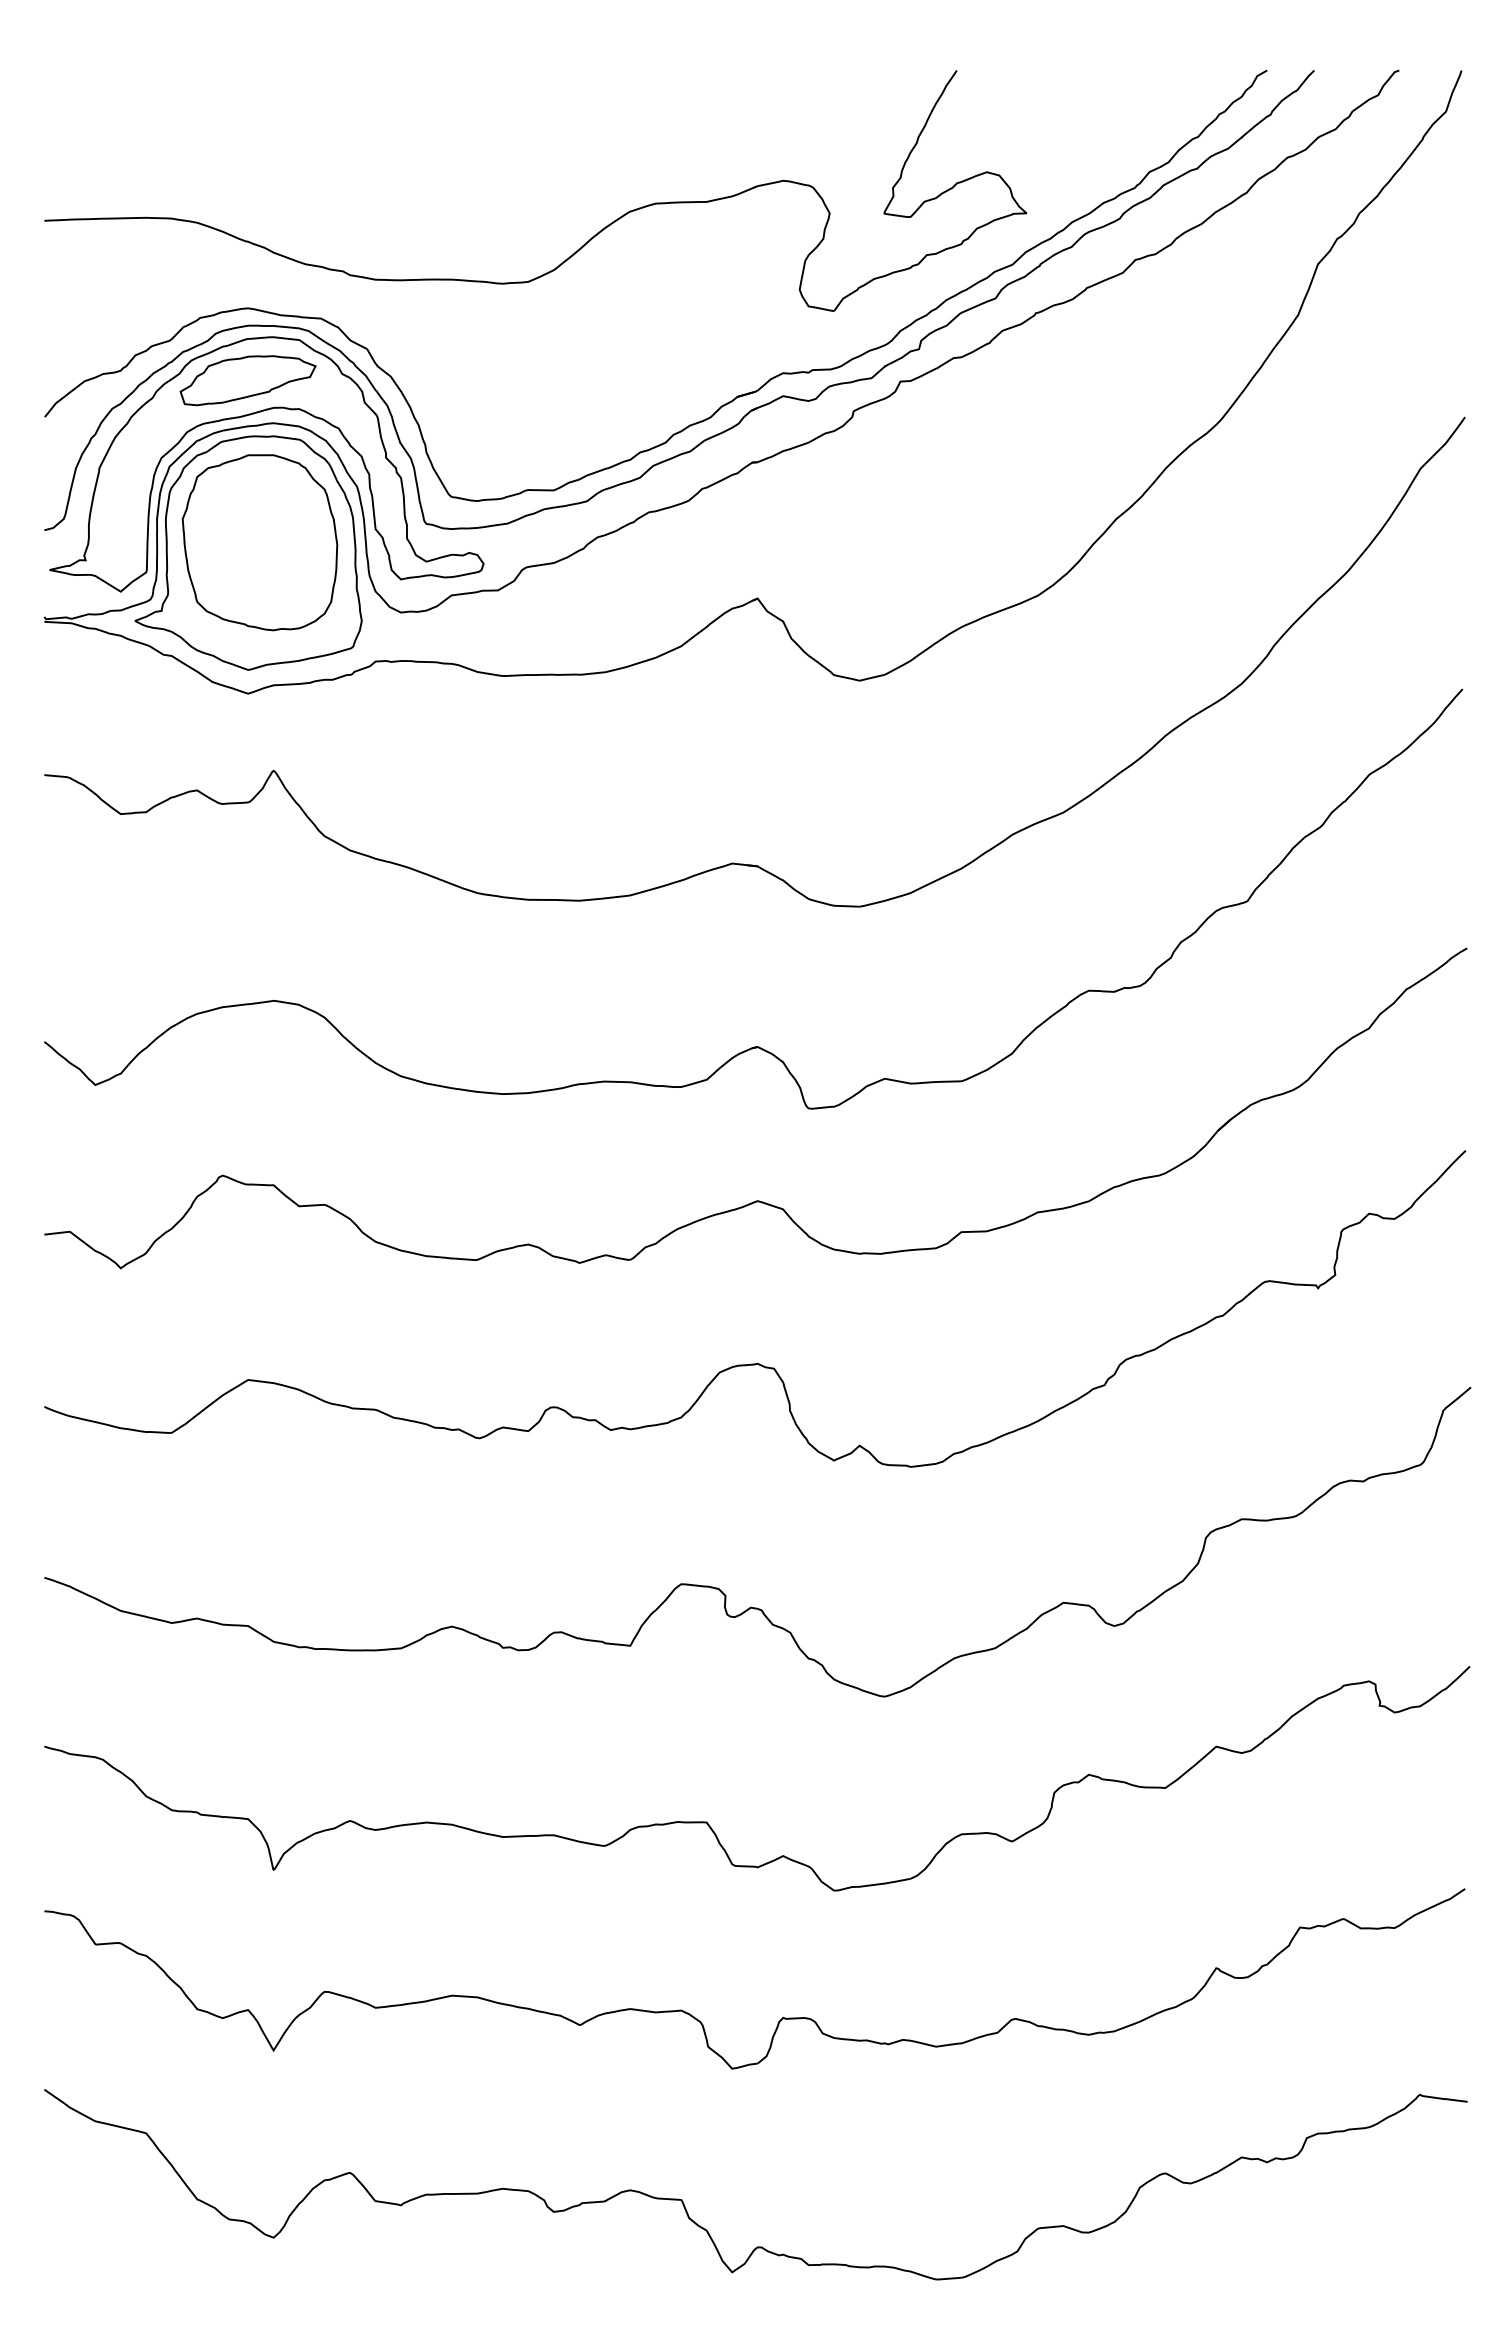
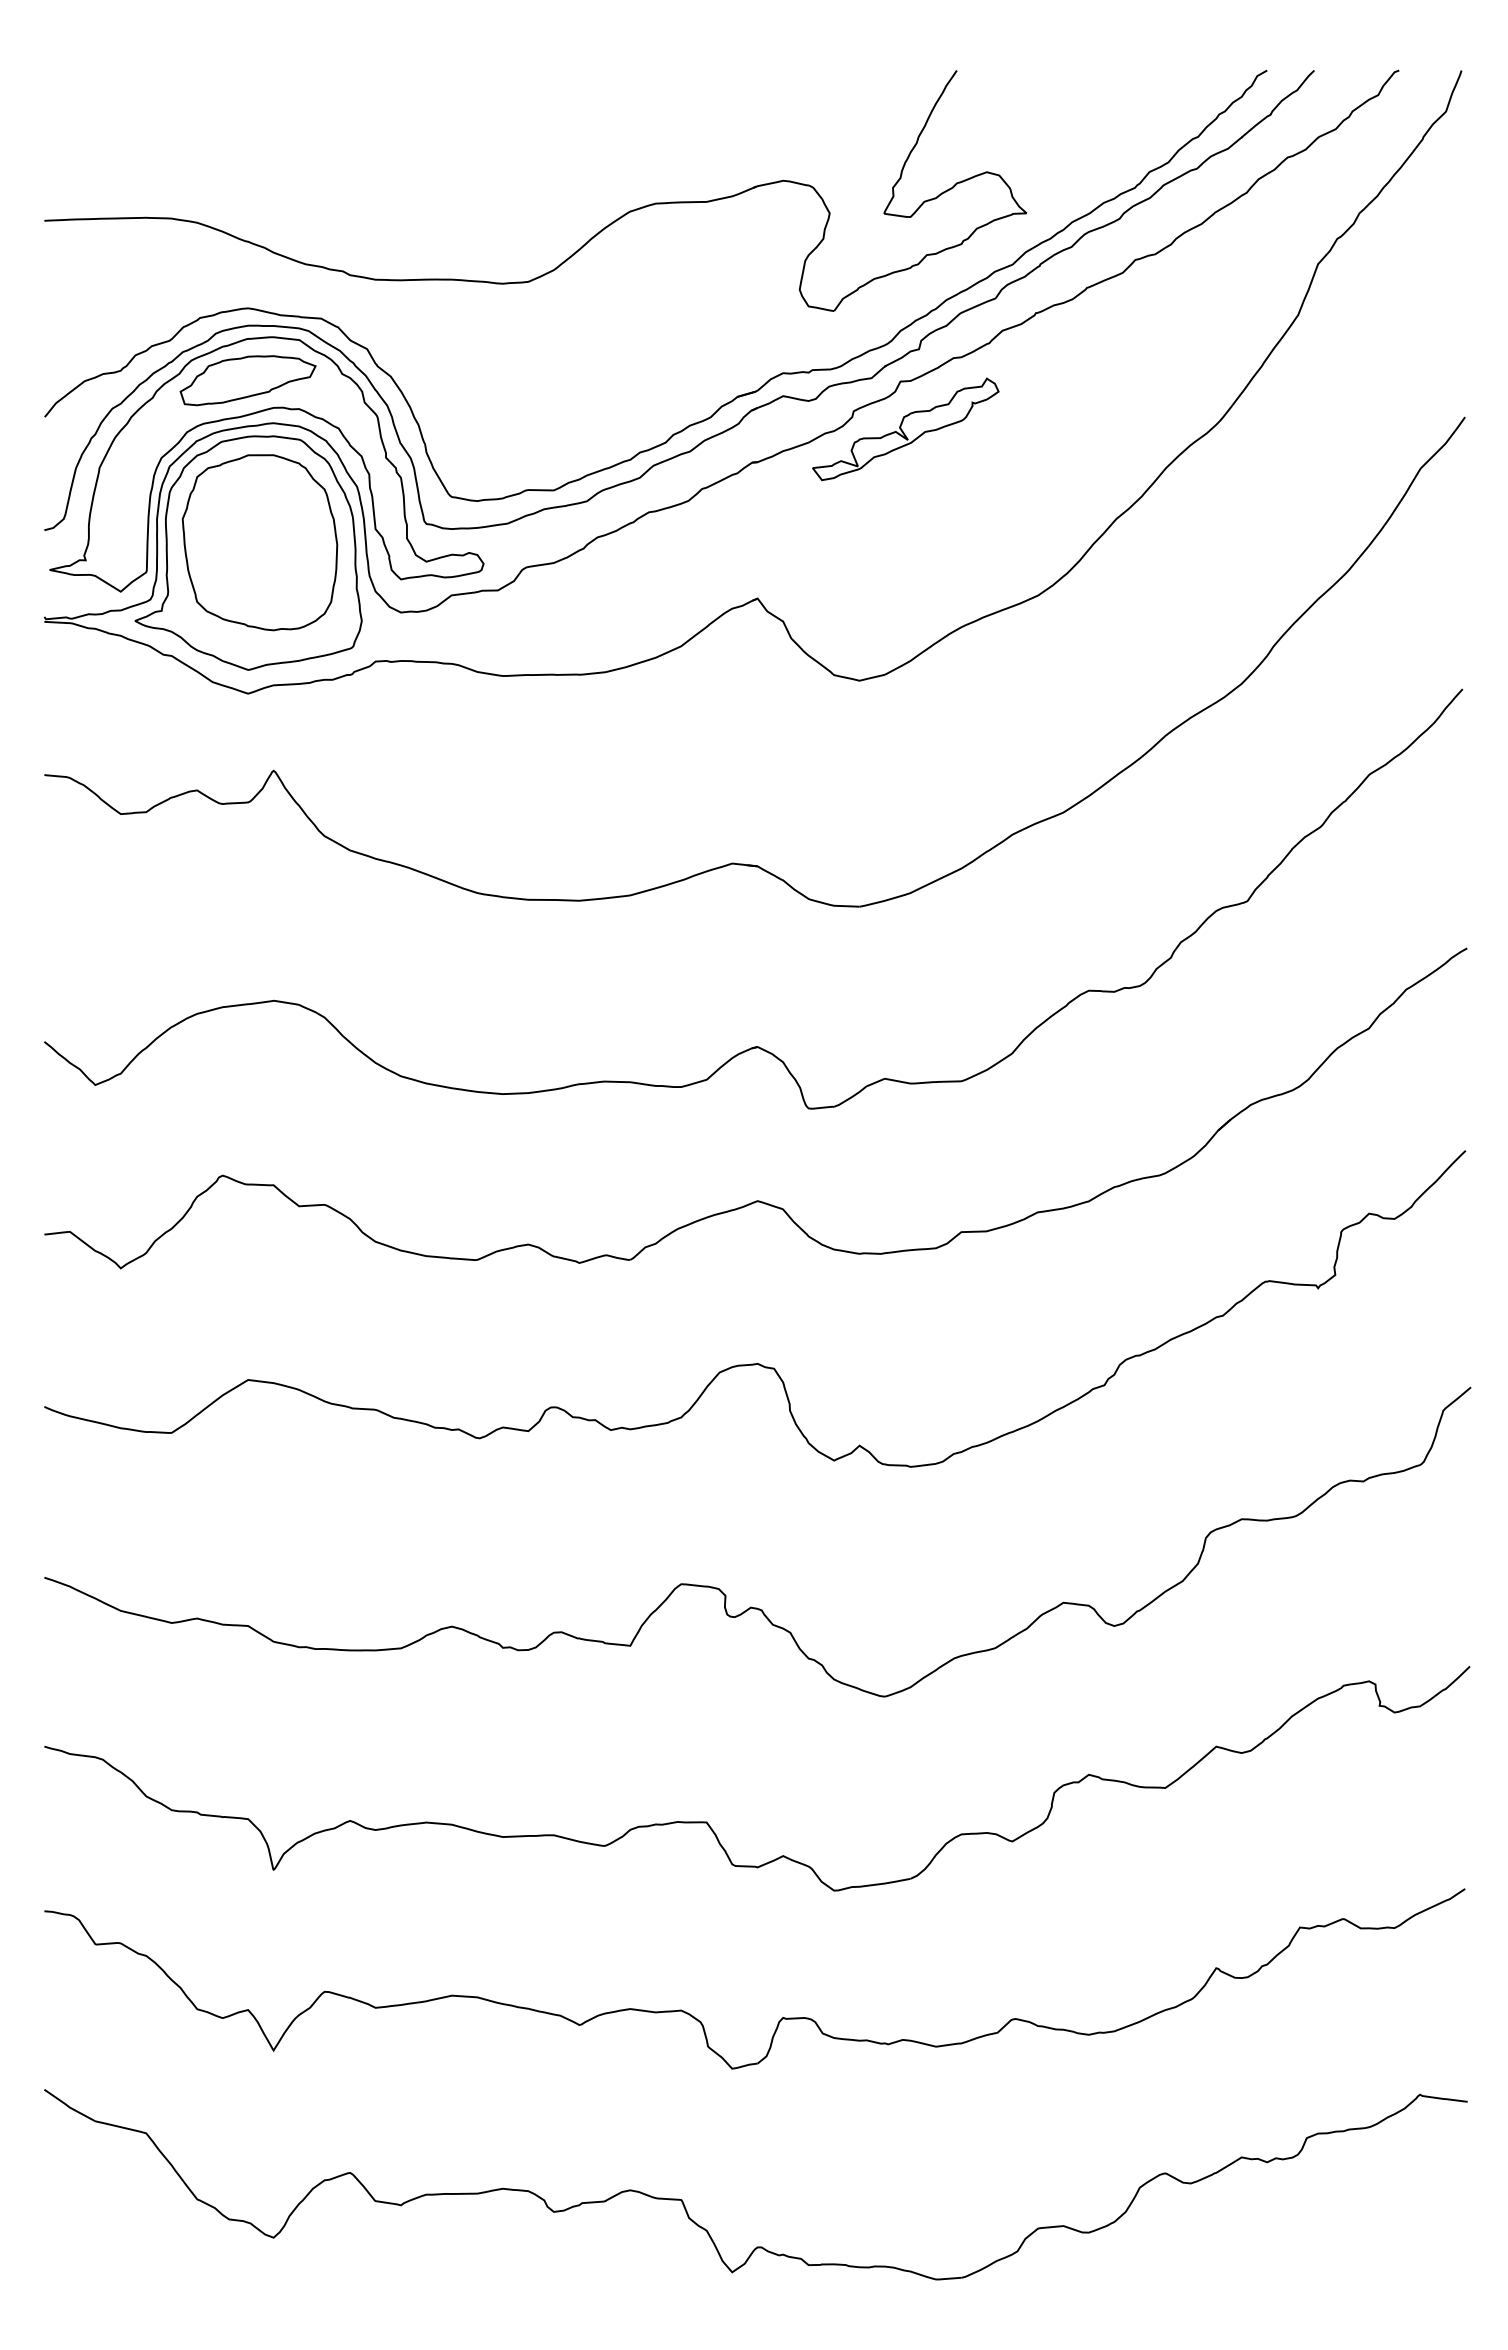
part at (905, 428): none -> present
